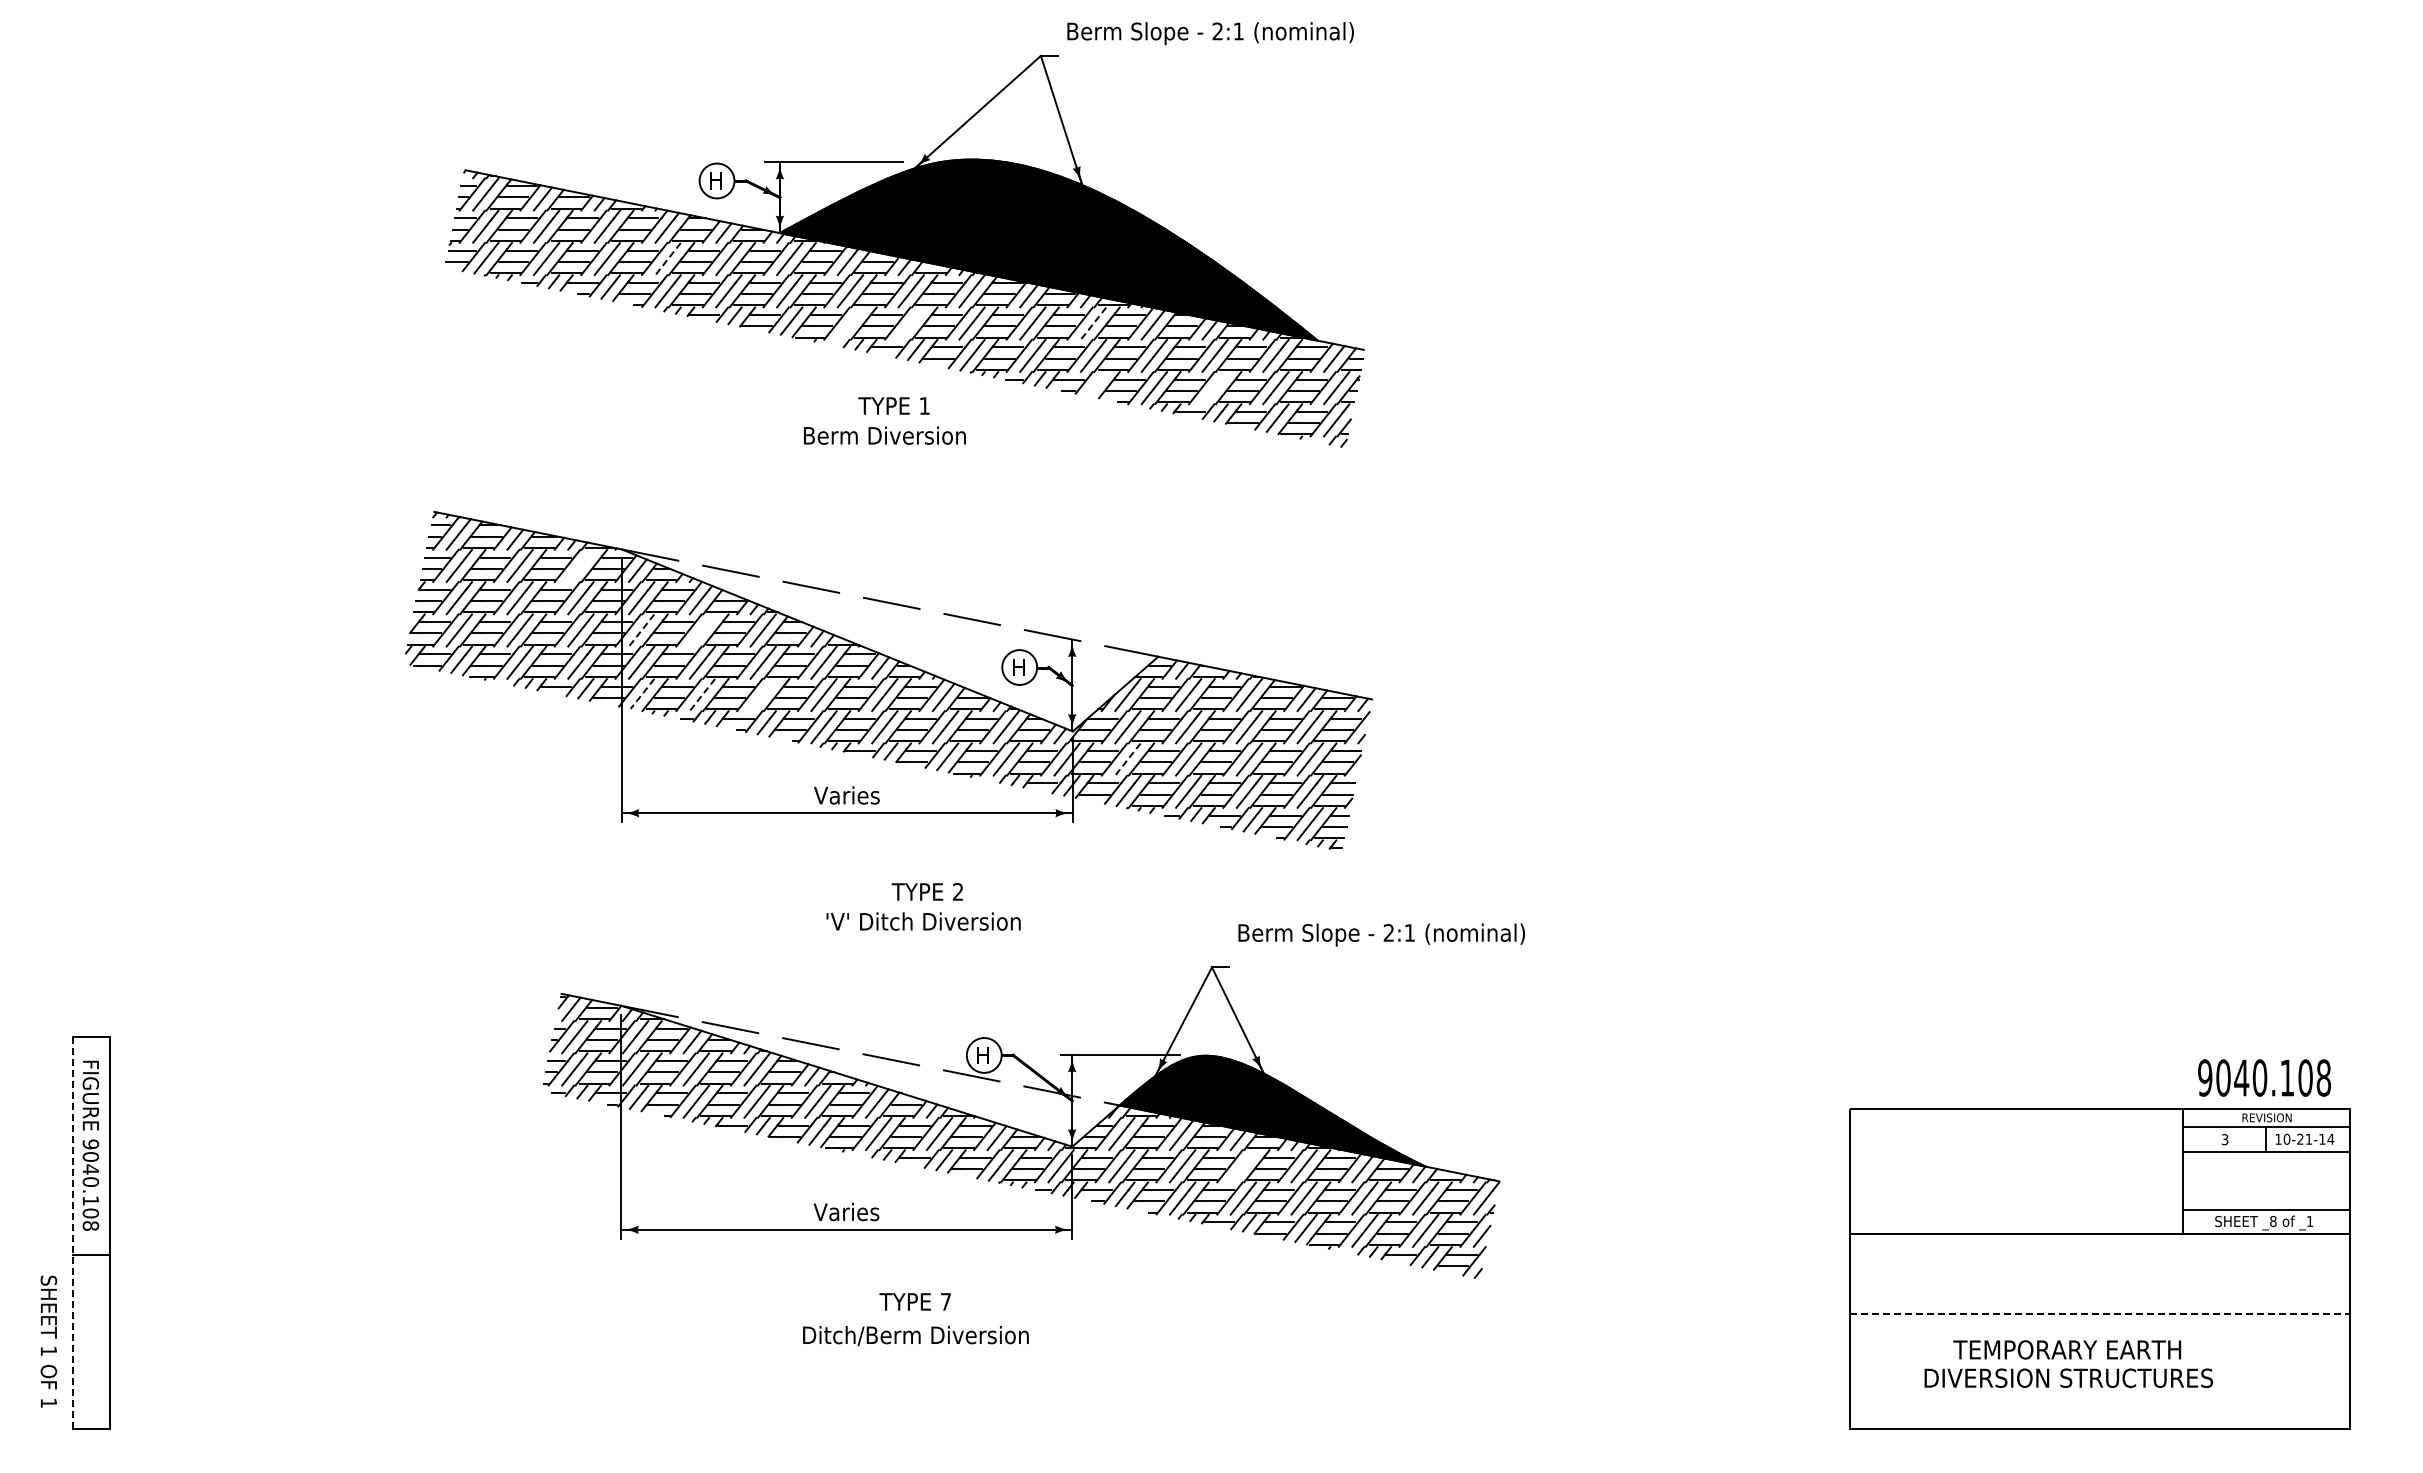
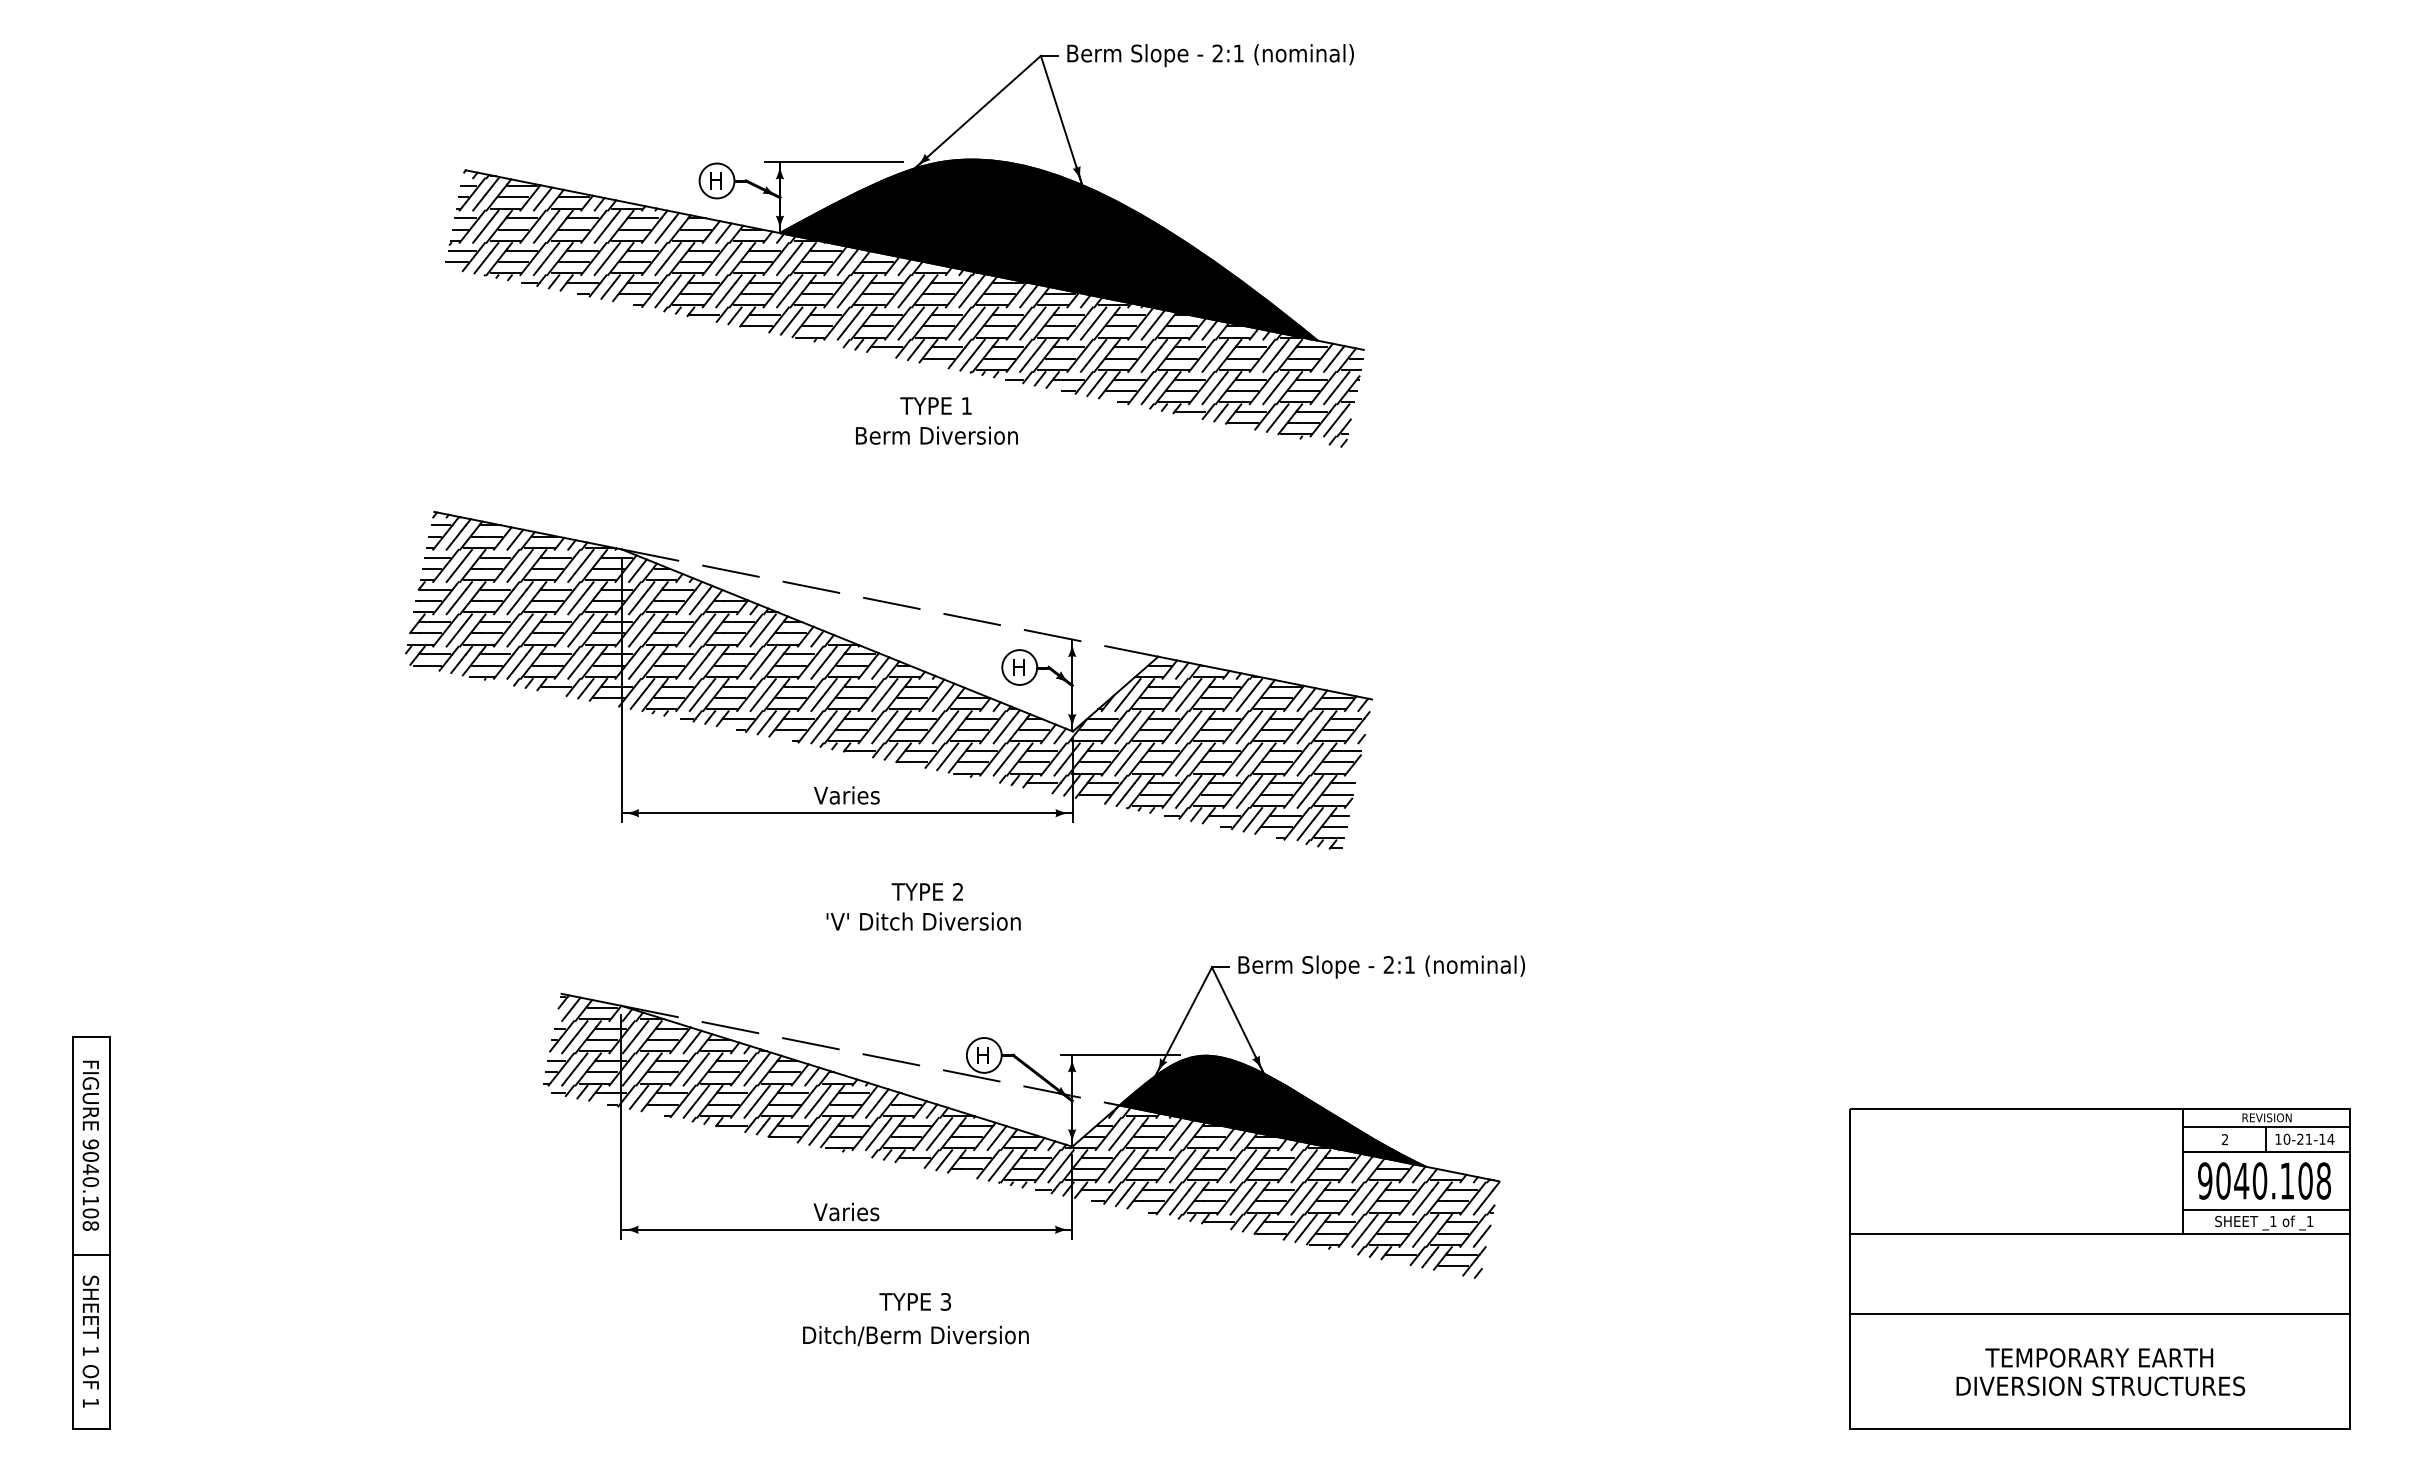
text at (1210, 33) position: (1210, 33) -> (1210, 55)
line at (667, 259): dashed -> solid
line at (850, 323): none -> present
line at (910, 323): none -> present
line at (1093, 323): dashed -> solid
line at (1096, 383): none -> present
line at (1214, 388): none -> present
text at (893, 405) position: (893, 405) -> (935, 405)
text at (884, 435) position: (884, 435) -> (936, 435)
line at (580, 565): none -> present
line at (641, 630): dashed -> solid
line at (702, 630): none -> present
line at (642, 694): dashed -> solid
line at (702, 695): dashed -> solid
line at (762, 695): none -> present
line at (1127, 759): dashed -> solid
text at (1381, 934) position: (1381, 934) -> (1381, 966)
text at (2264, 1077) position: (2264, 1077) -> (2264, 1180)
text at (2225, 1139): 3 -> 2
line at (1243, 1166): none -> present
text at (2273, 1221): _8 -> _1
line at (72, 1232): dashed -> solid
text at (945, 1301): 7 -> 3
line at (2100, 1313): dashed -> solid
text at (48, 1341) position: (48, 1341) -> (90, 1341)
text at (2068, 1363) position: (2068, 1363) -> (2100, 1371)
